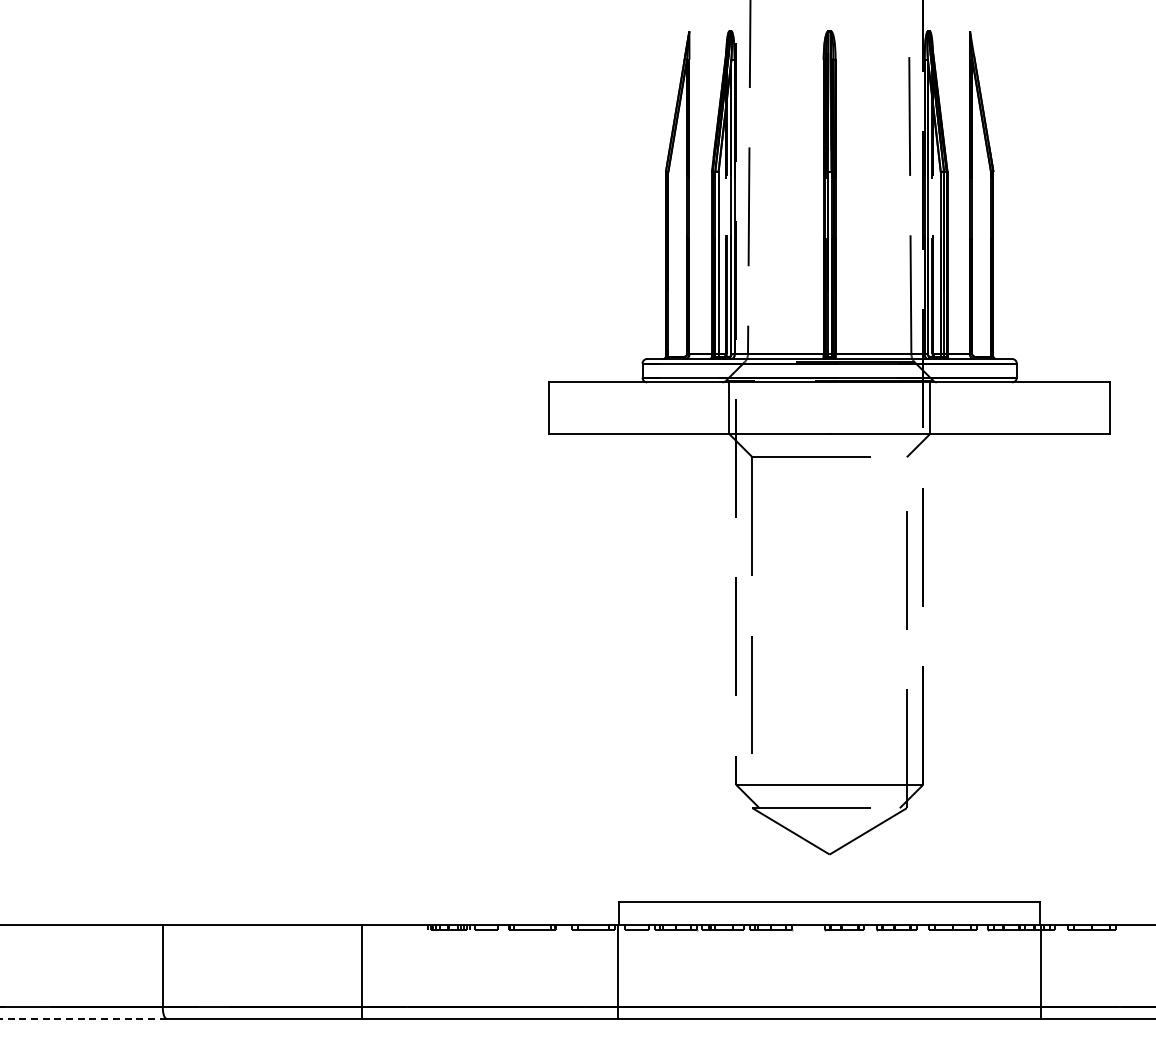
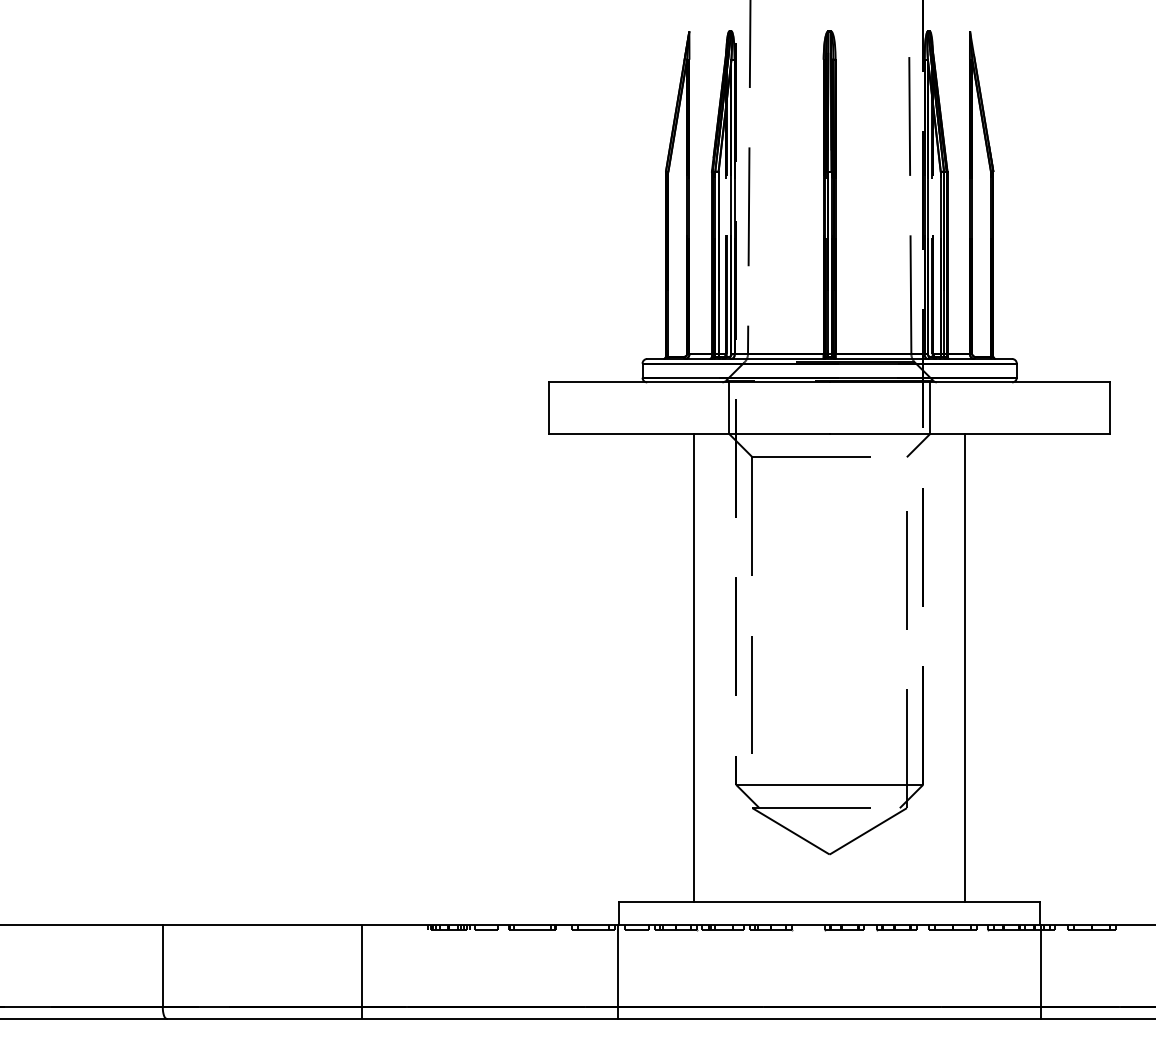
line at (694, 667): none -> present
line at (965, 667): none -> present
line at (83, 1018): dashed -> solid
